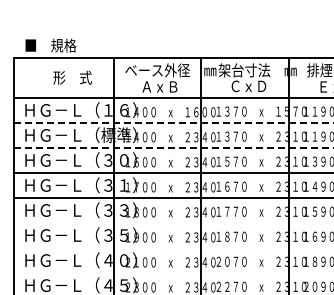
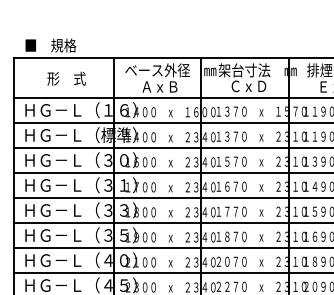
text at (72, 77) position: (72, 77) -> (66, 78)
line at (173, 122): dashed -> solid
line at (173, 147): dashed -> solid
line at (171, 223): none -> present
line at (171, 248): none -> present
line at (171, 273): none -> present
